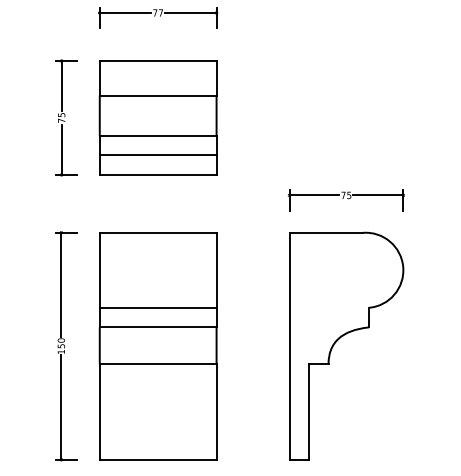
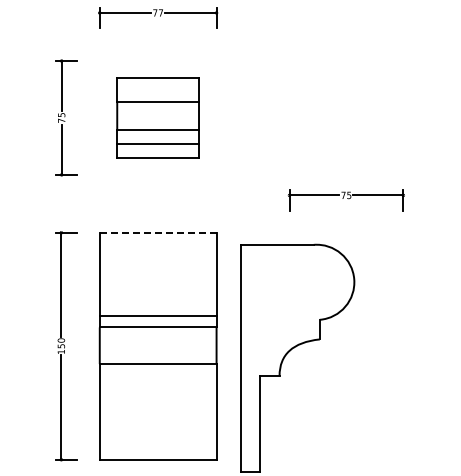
part at (157, 117) size: 120x116 px -> 84x82 px
line at (157, 232): solid -> dashed
line at (157, 307) position: (157, 307) -> (157, 315)
part at (340, 338) position: (340, 338) -> (291, 350)
